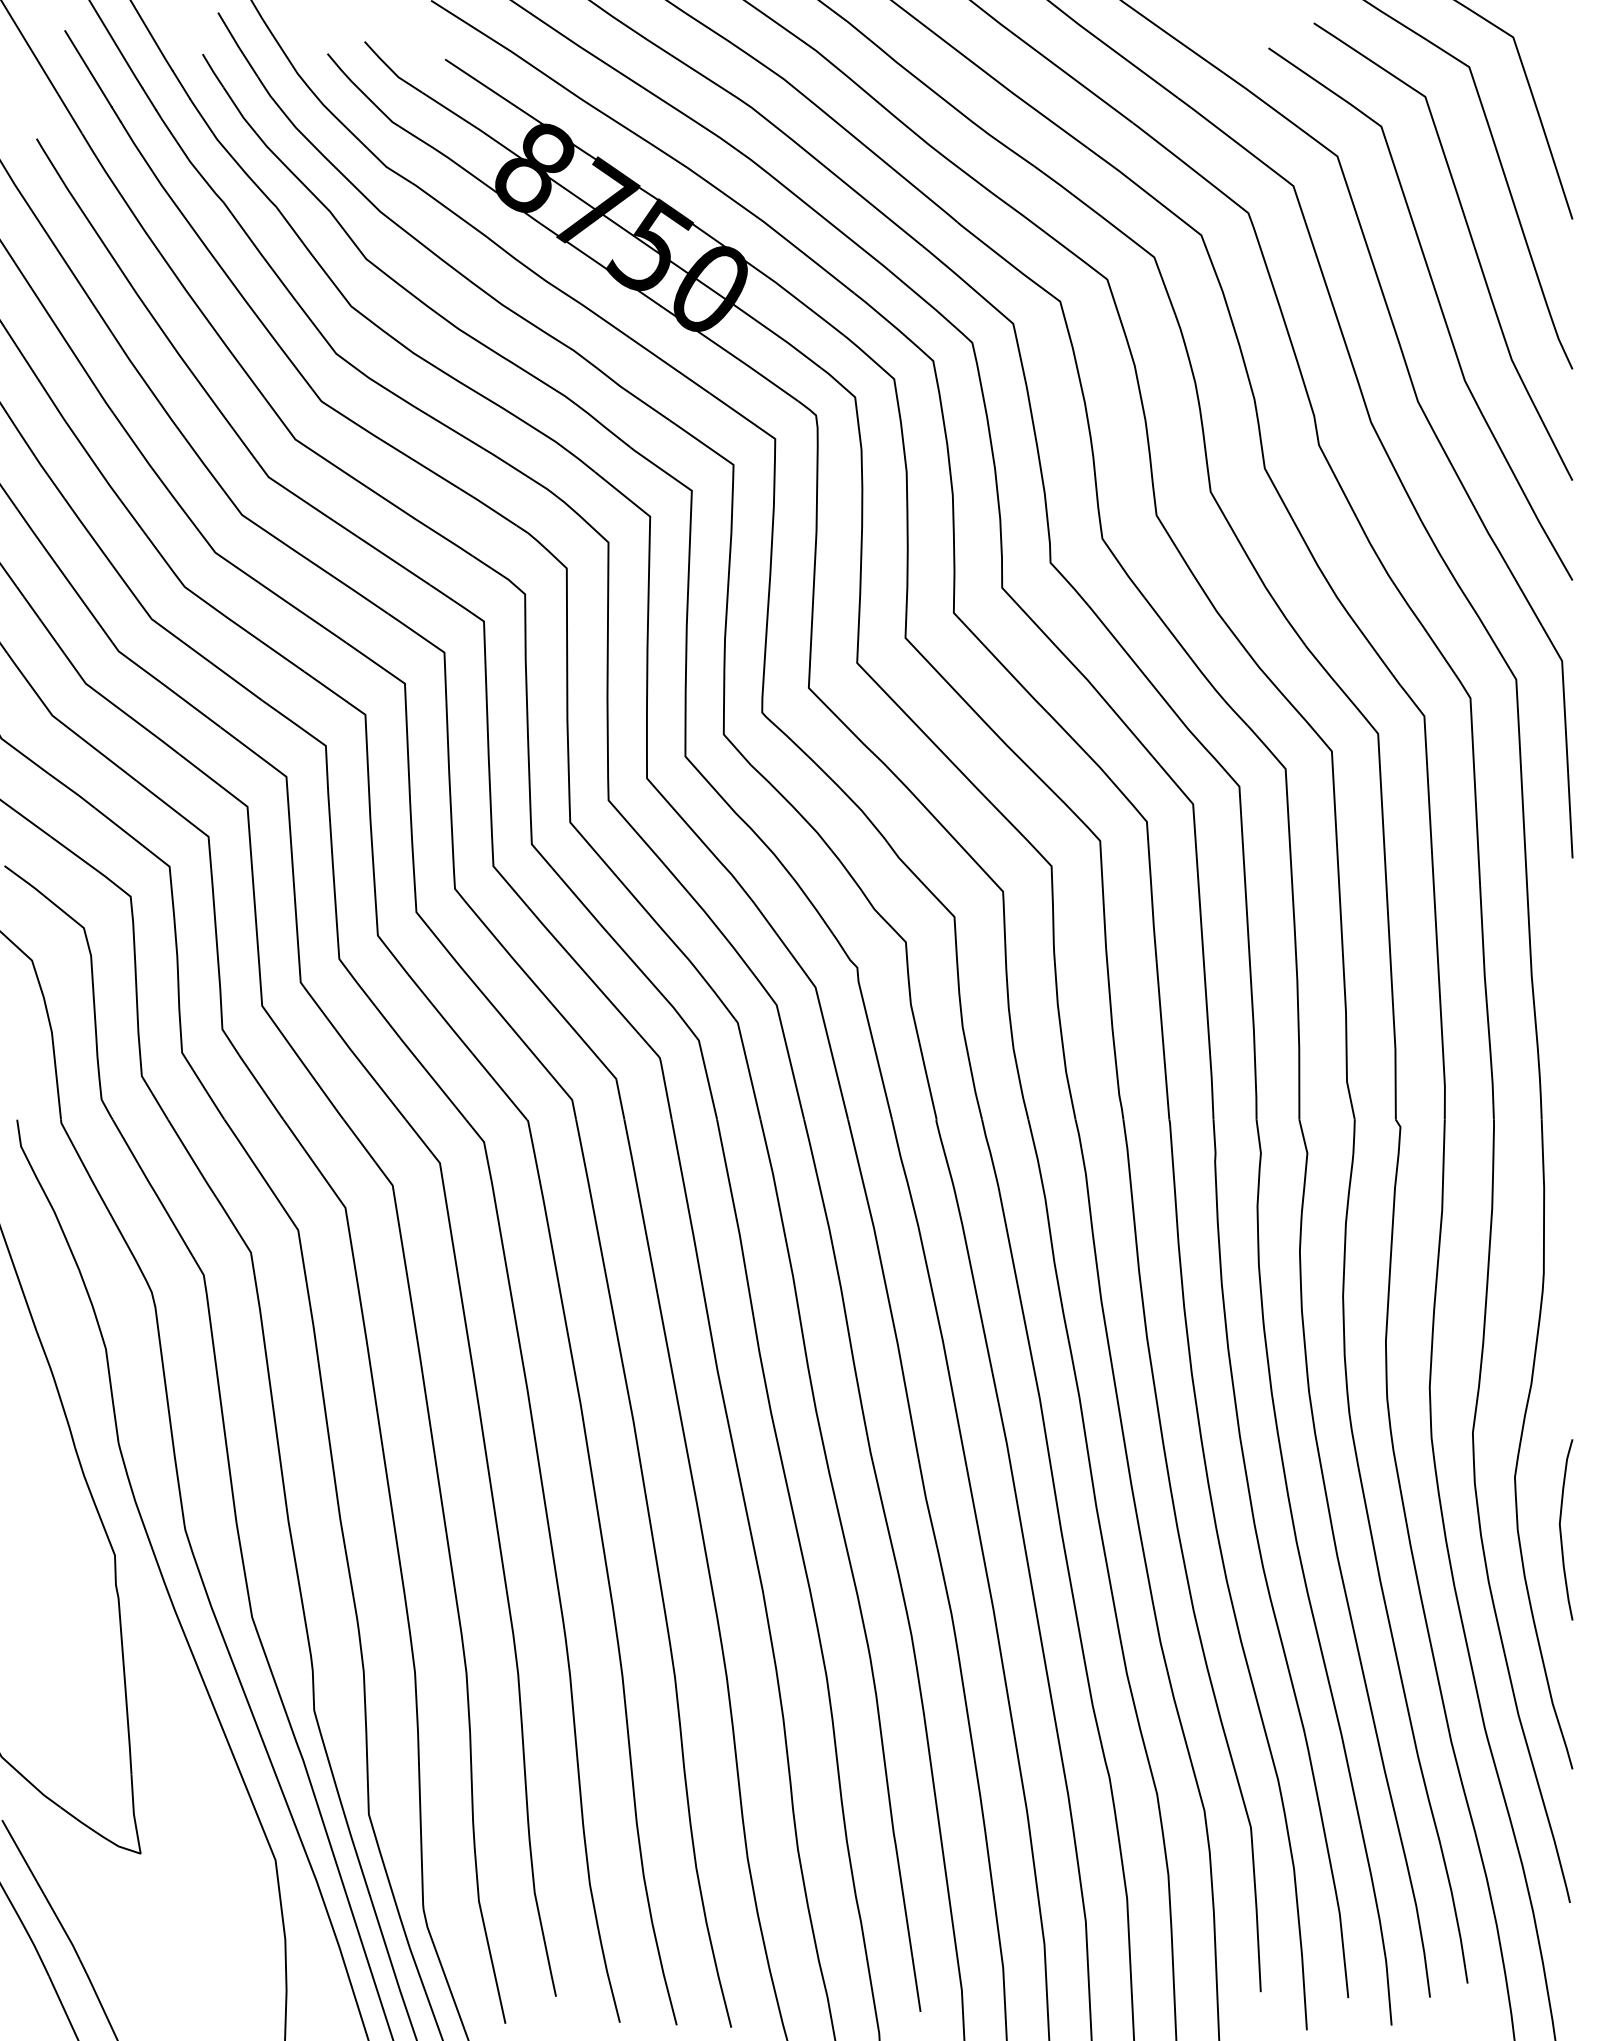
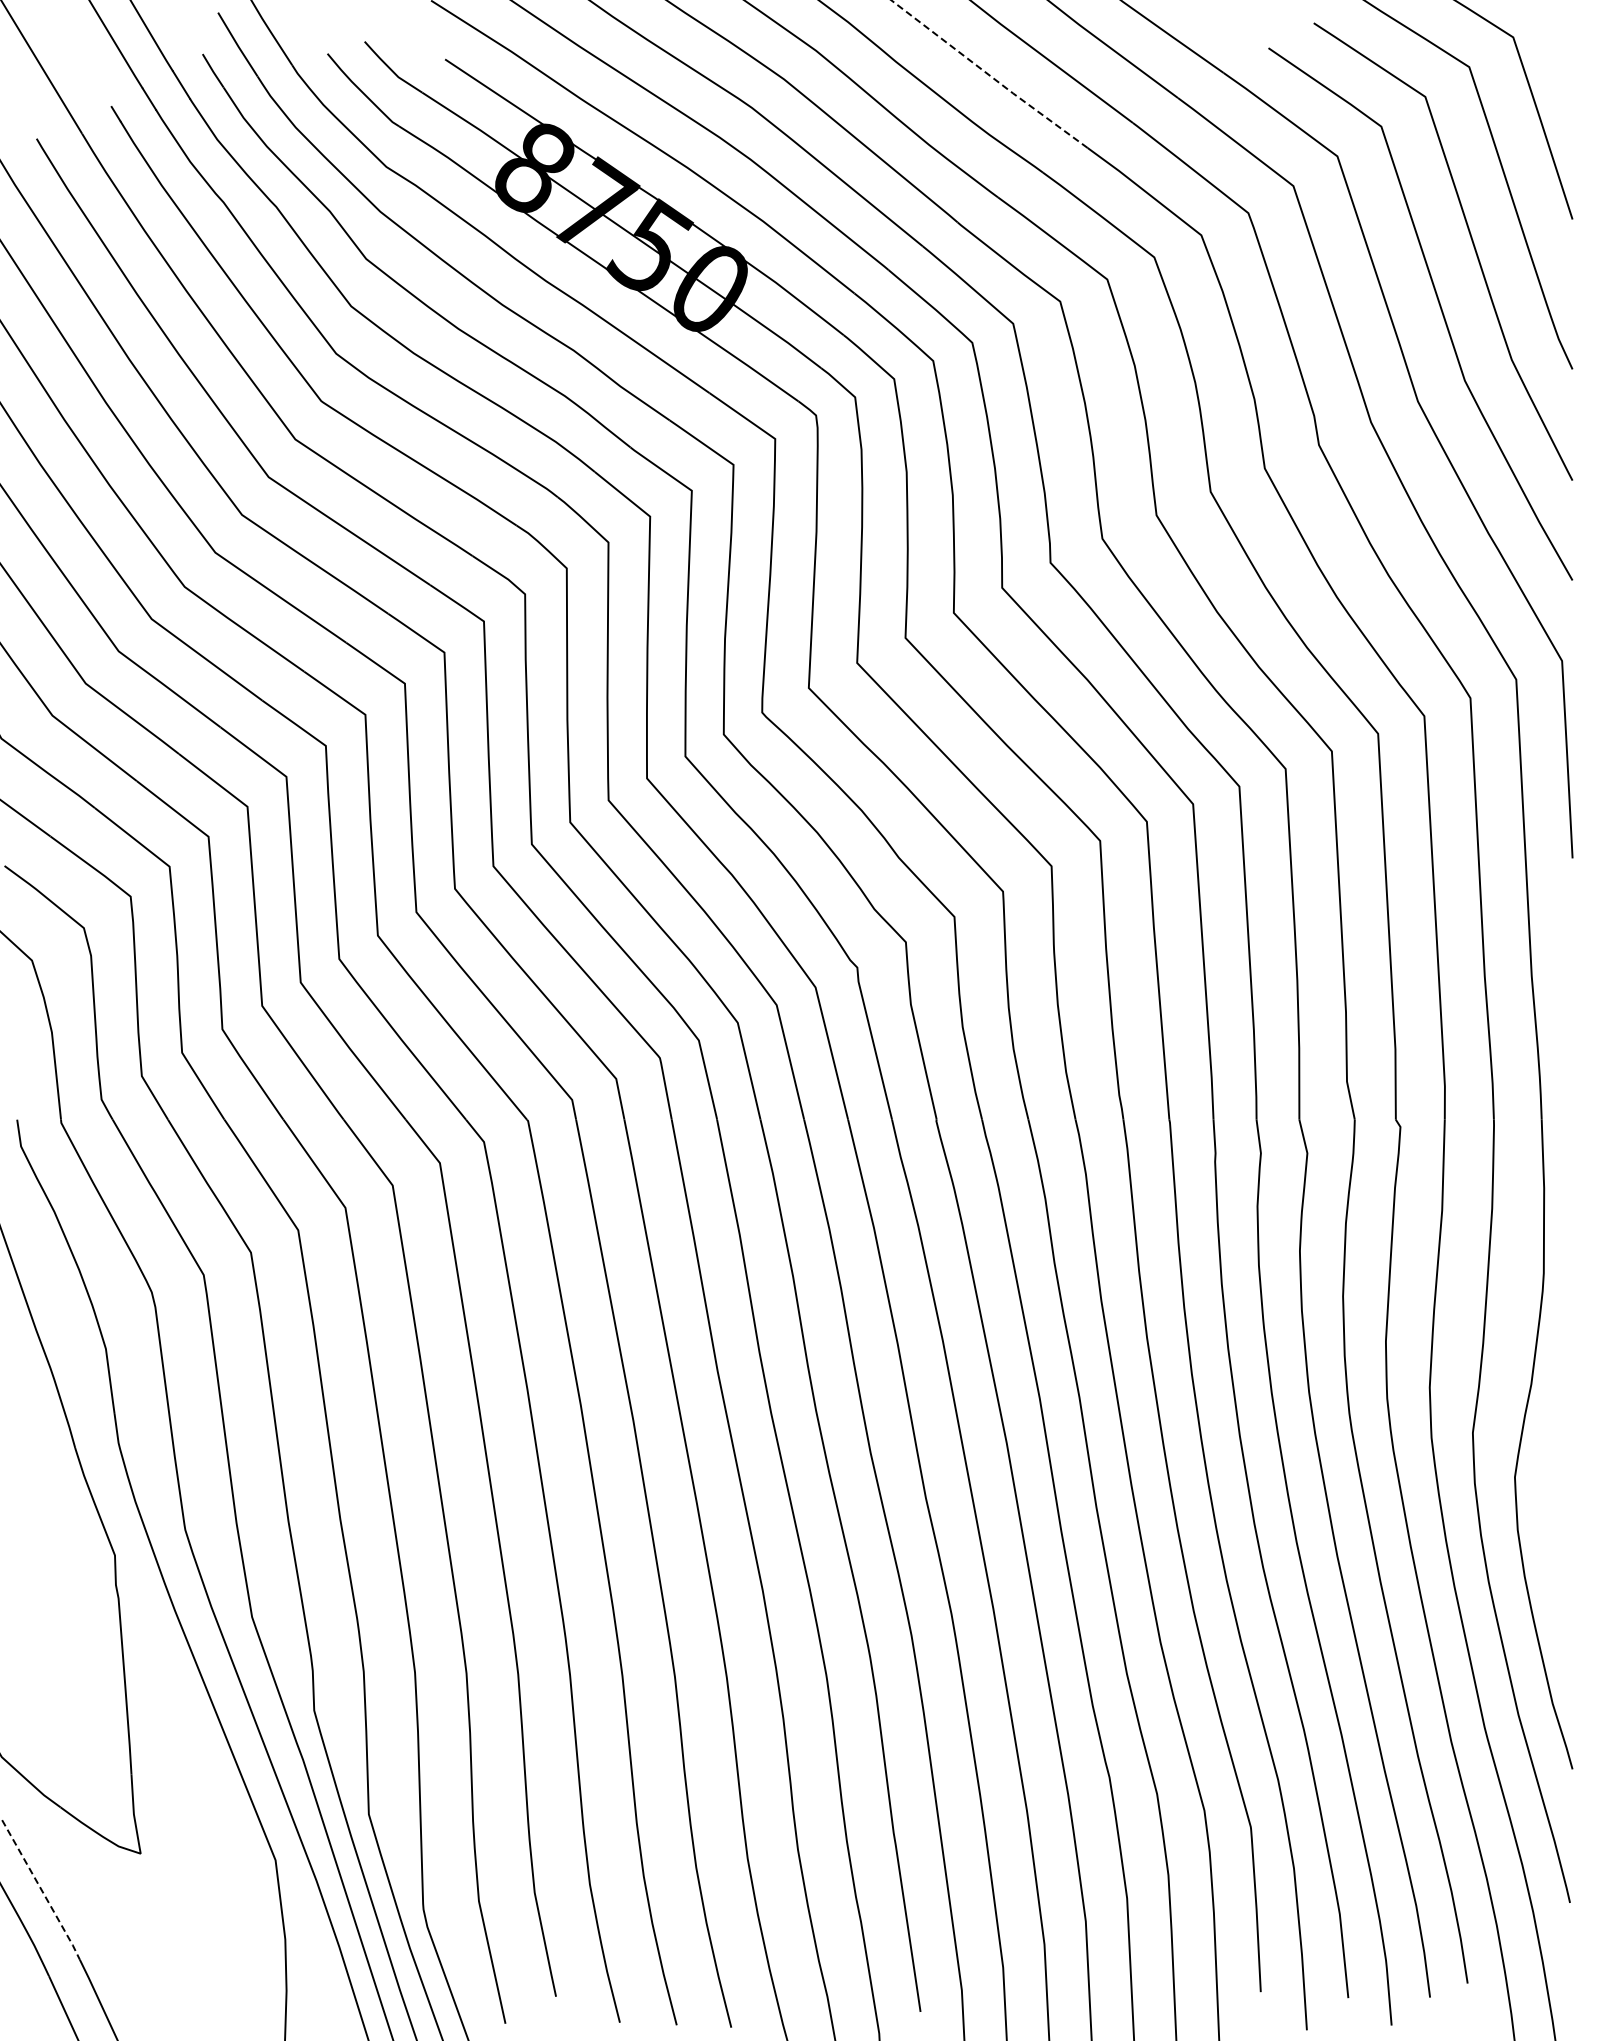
line at (88, 68): present -> none
line at (989, 75): solid -> dashed
curve at (1561, 1529): present -> none
line at (42, 1891): solid -> dashed
